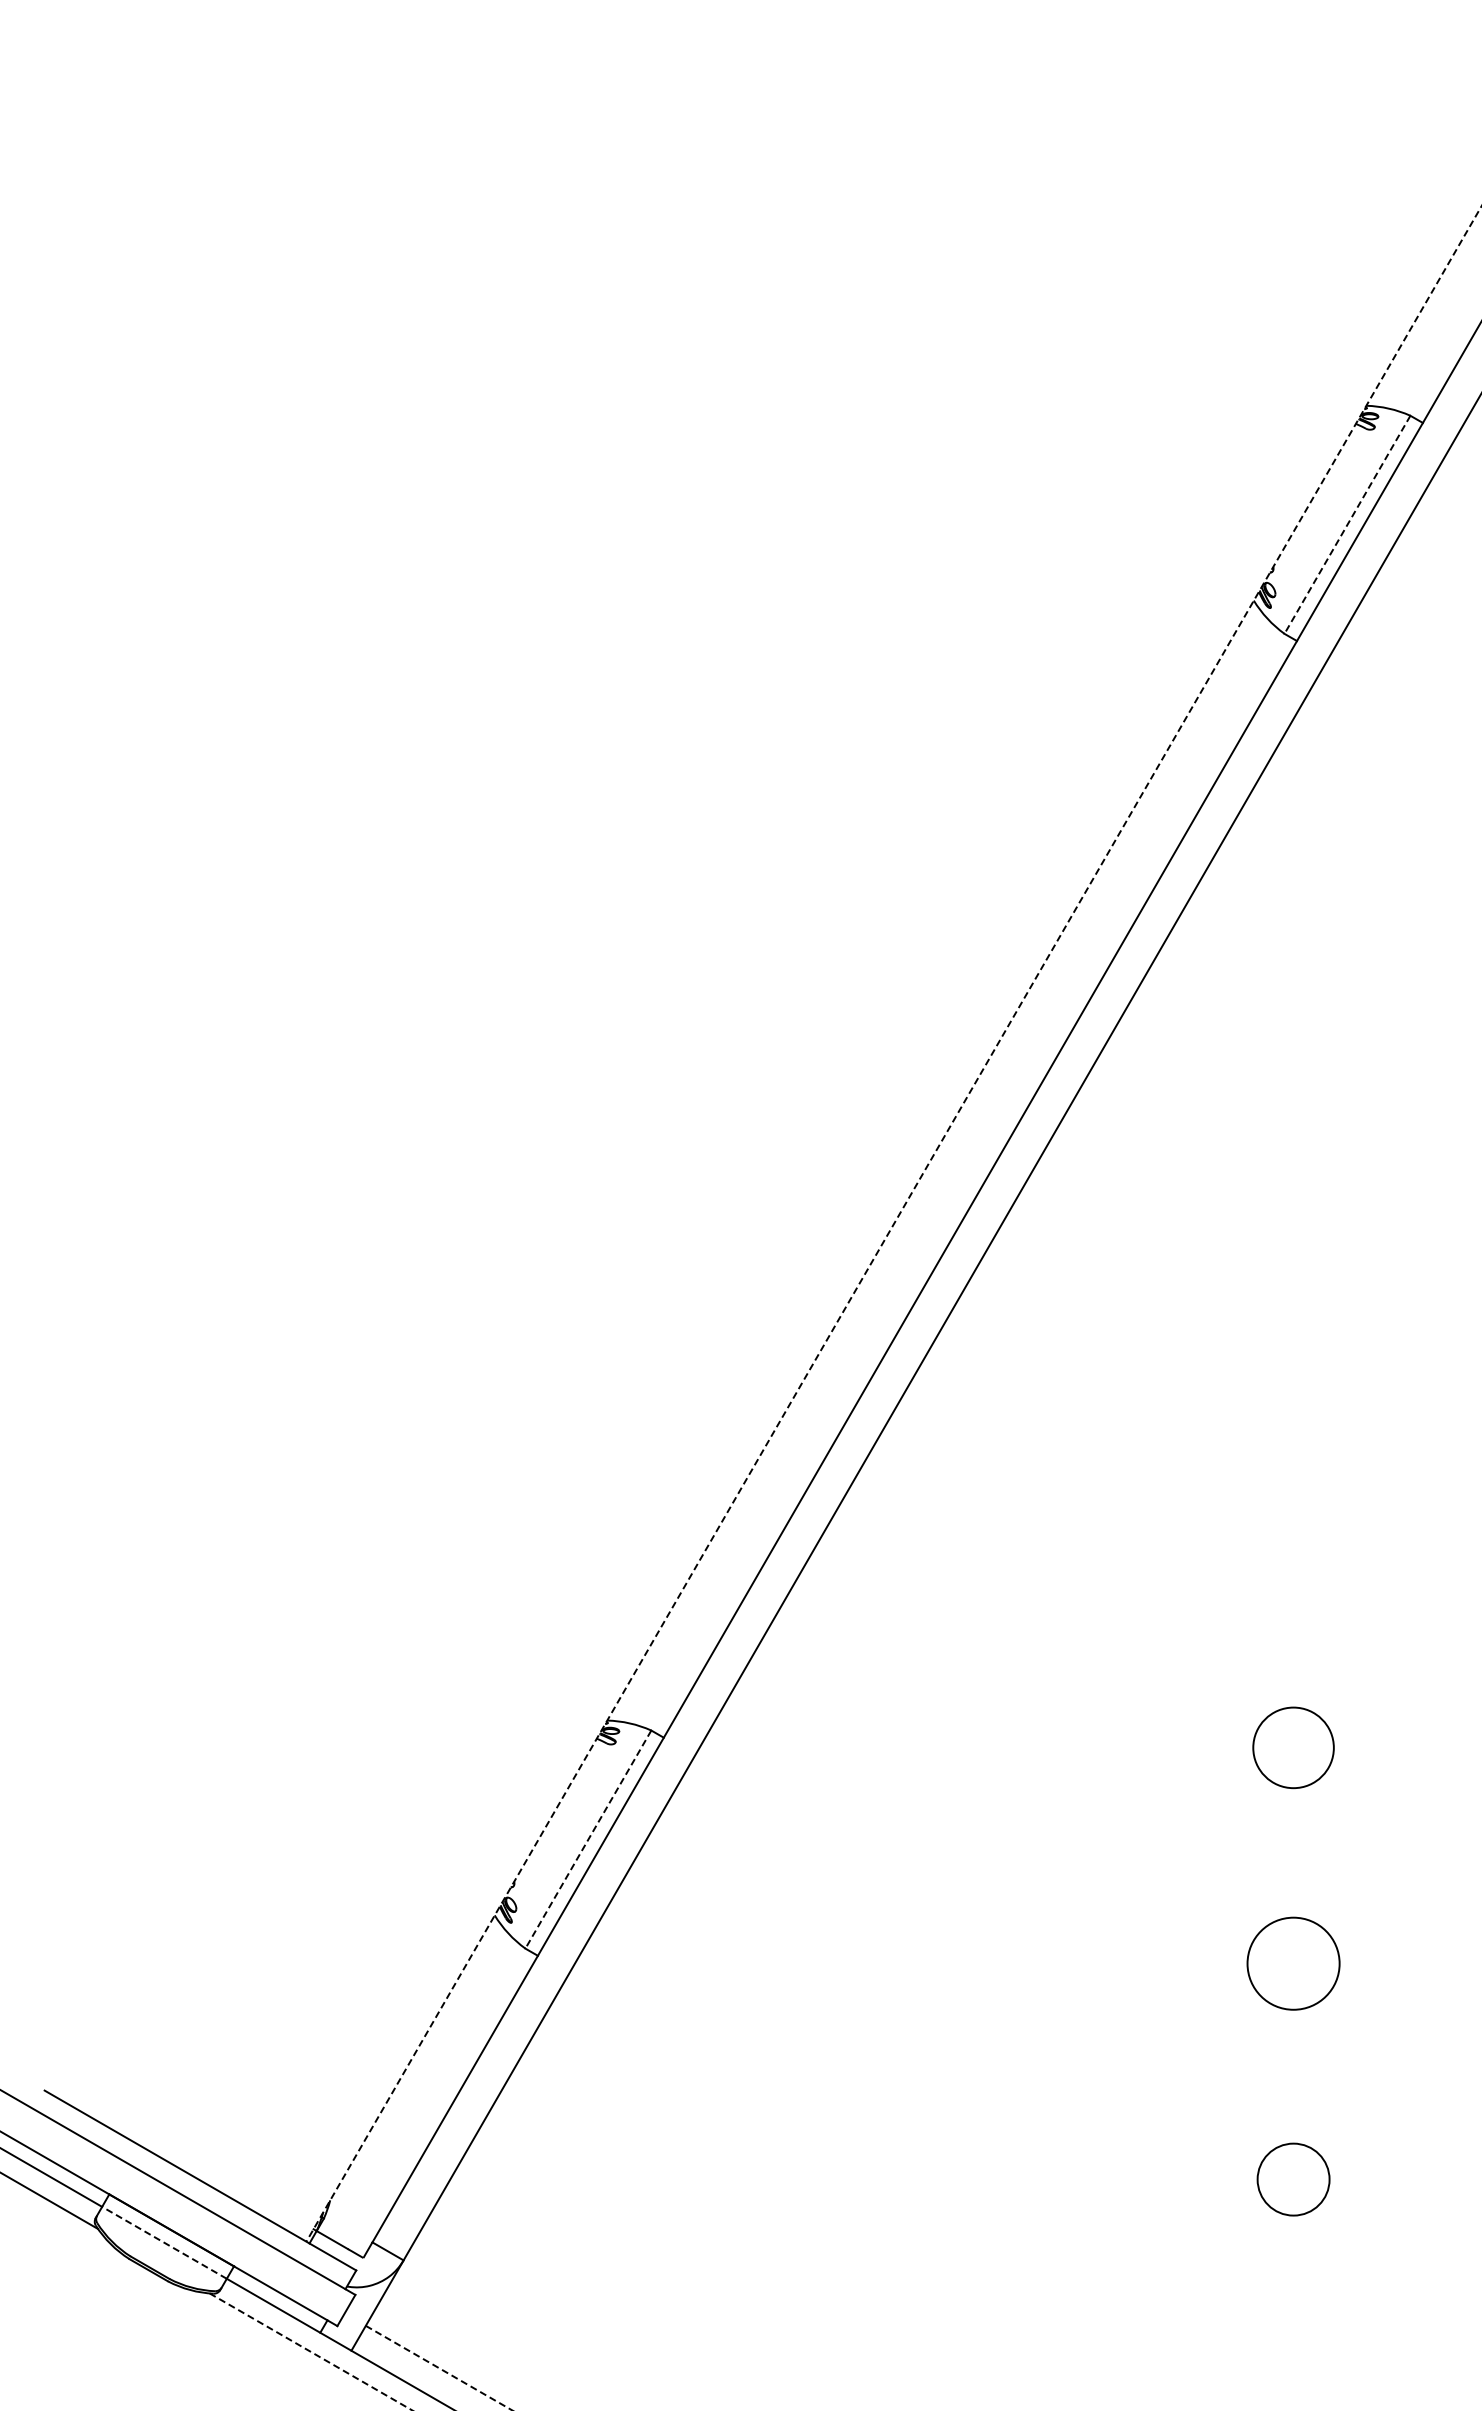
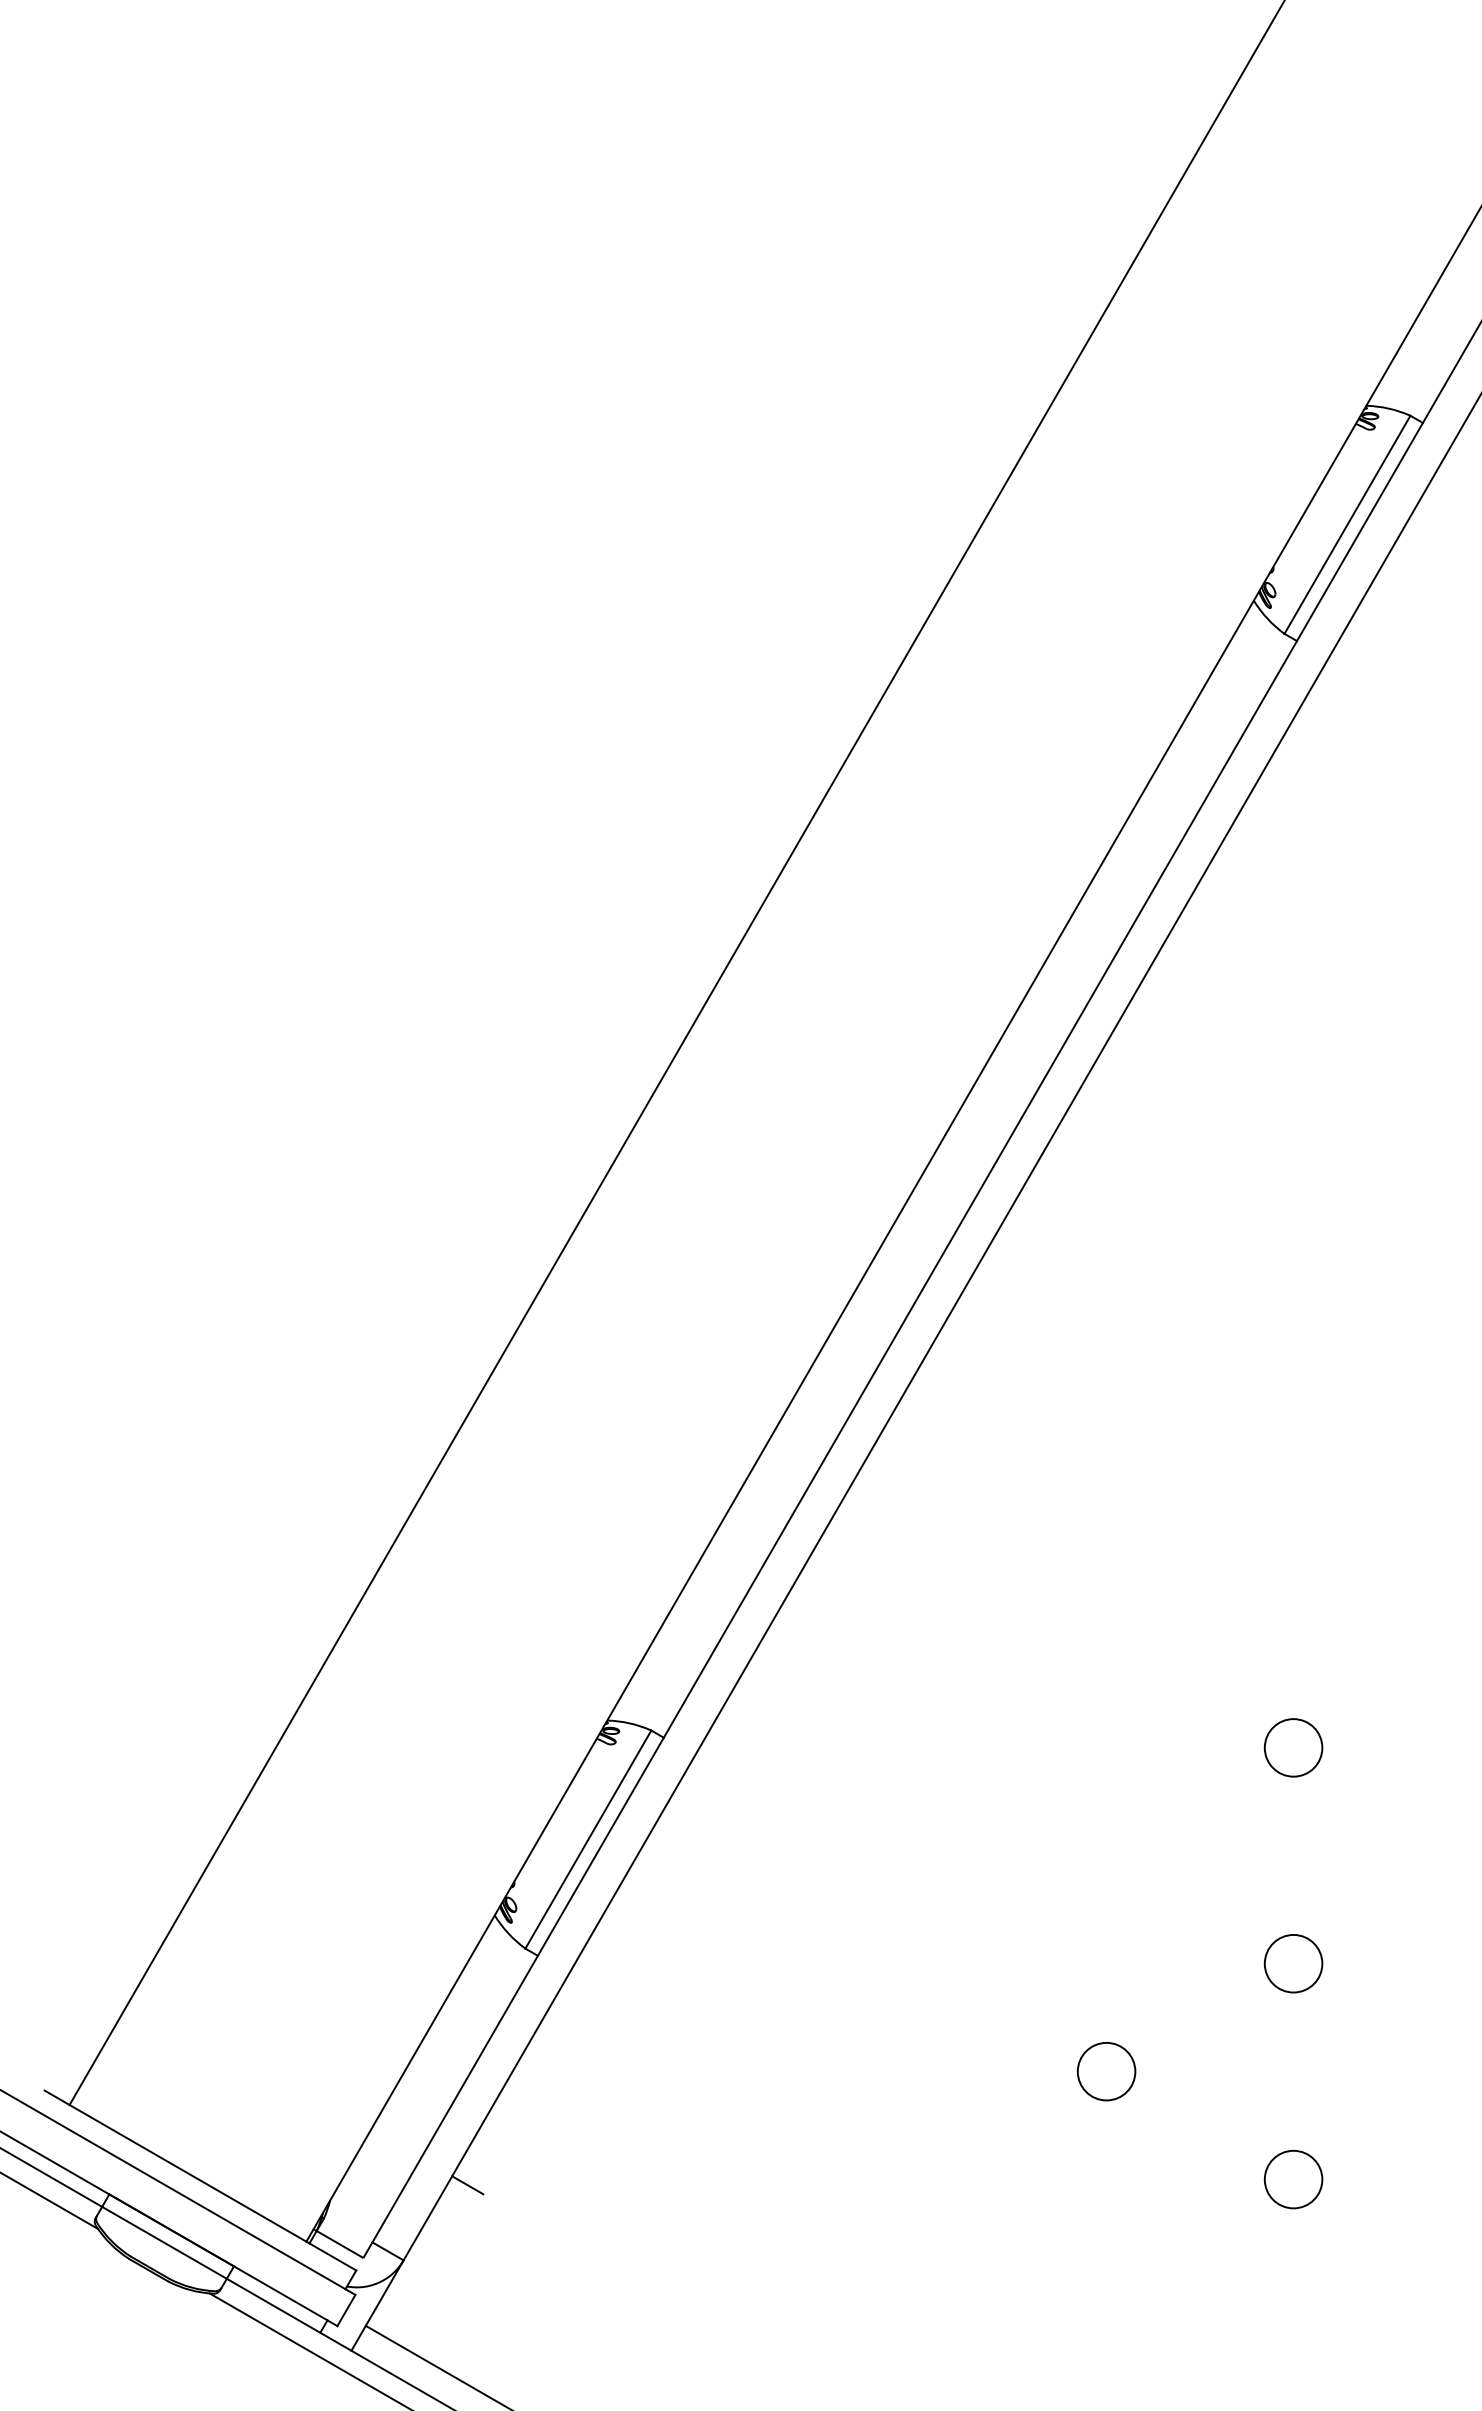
line at (1347, 524): dashed -> solid
line at (676, 1053): none -> present
line at (893, 1224): dashed -> solid
circle at (1293, 1747) diameter: 81 px -> 58 px
line at (588, 1839): dashed -> solid
circle at (1293, 1963) diameter: 92 px -> 58 px
circle at (1106, 2071): none -> present
circle at (1293, 2179) size: 75x75 px -> 61x61 px
line at (467, 2185): none -> present
line at (164, 2242): dashed -> solid
line at (311, 2352): dashed -> solid
line at (439, 2368): dashed -> solid
